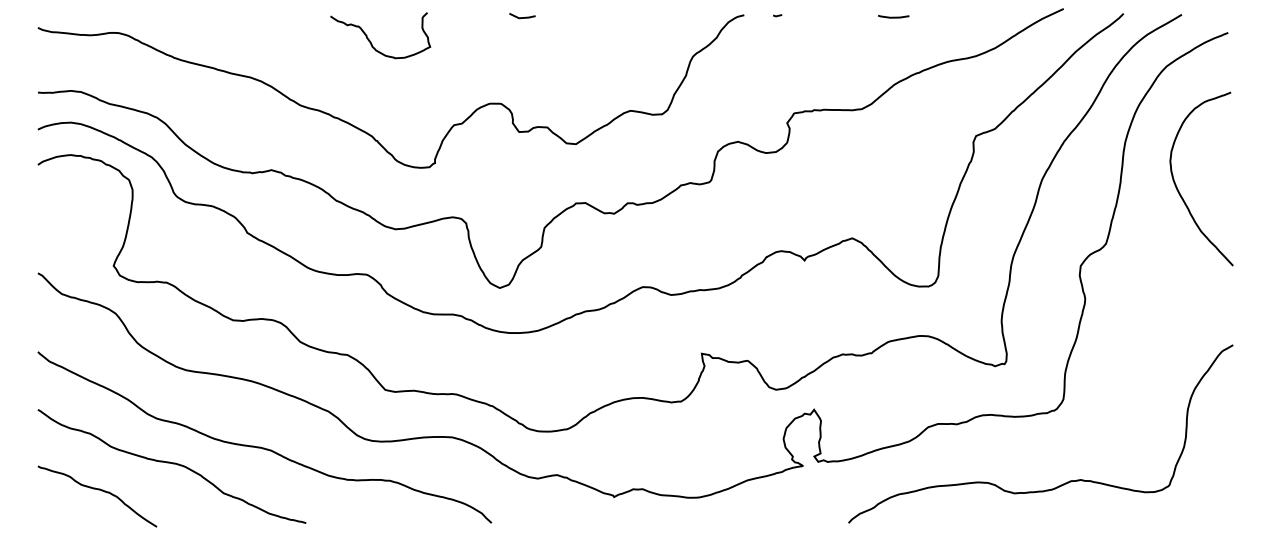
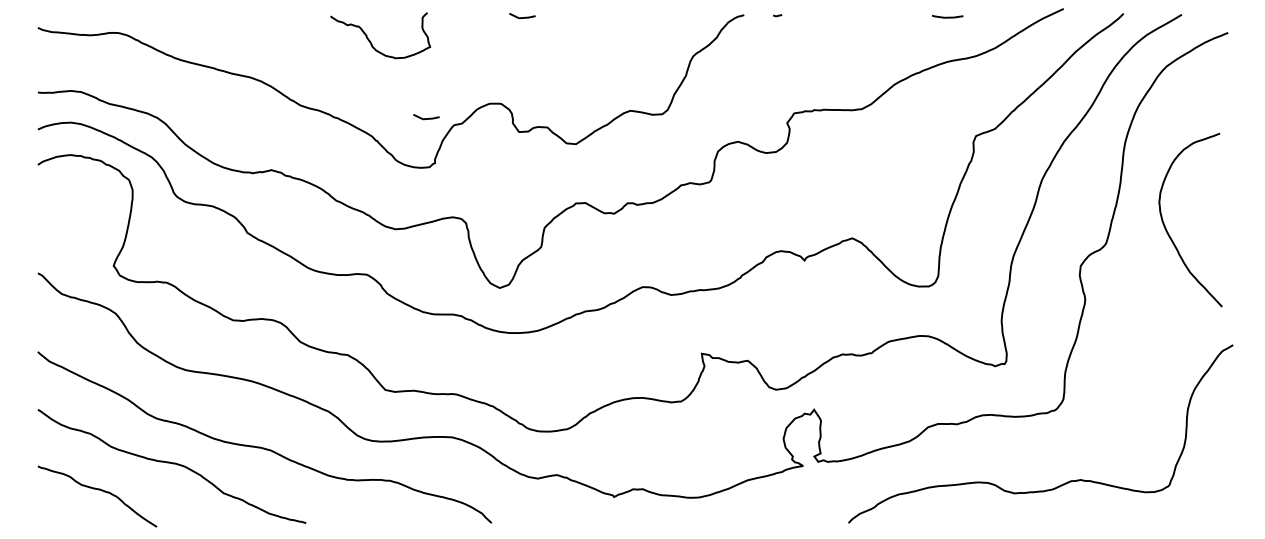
line at (893, 16) position: (893, 16) -> (947, 16)
line at (426, 118): none -> present
curve at (1177, 186) position: (1177, 186) -> (1166, 227)
